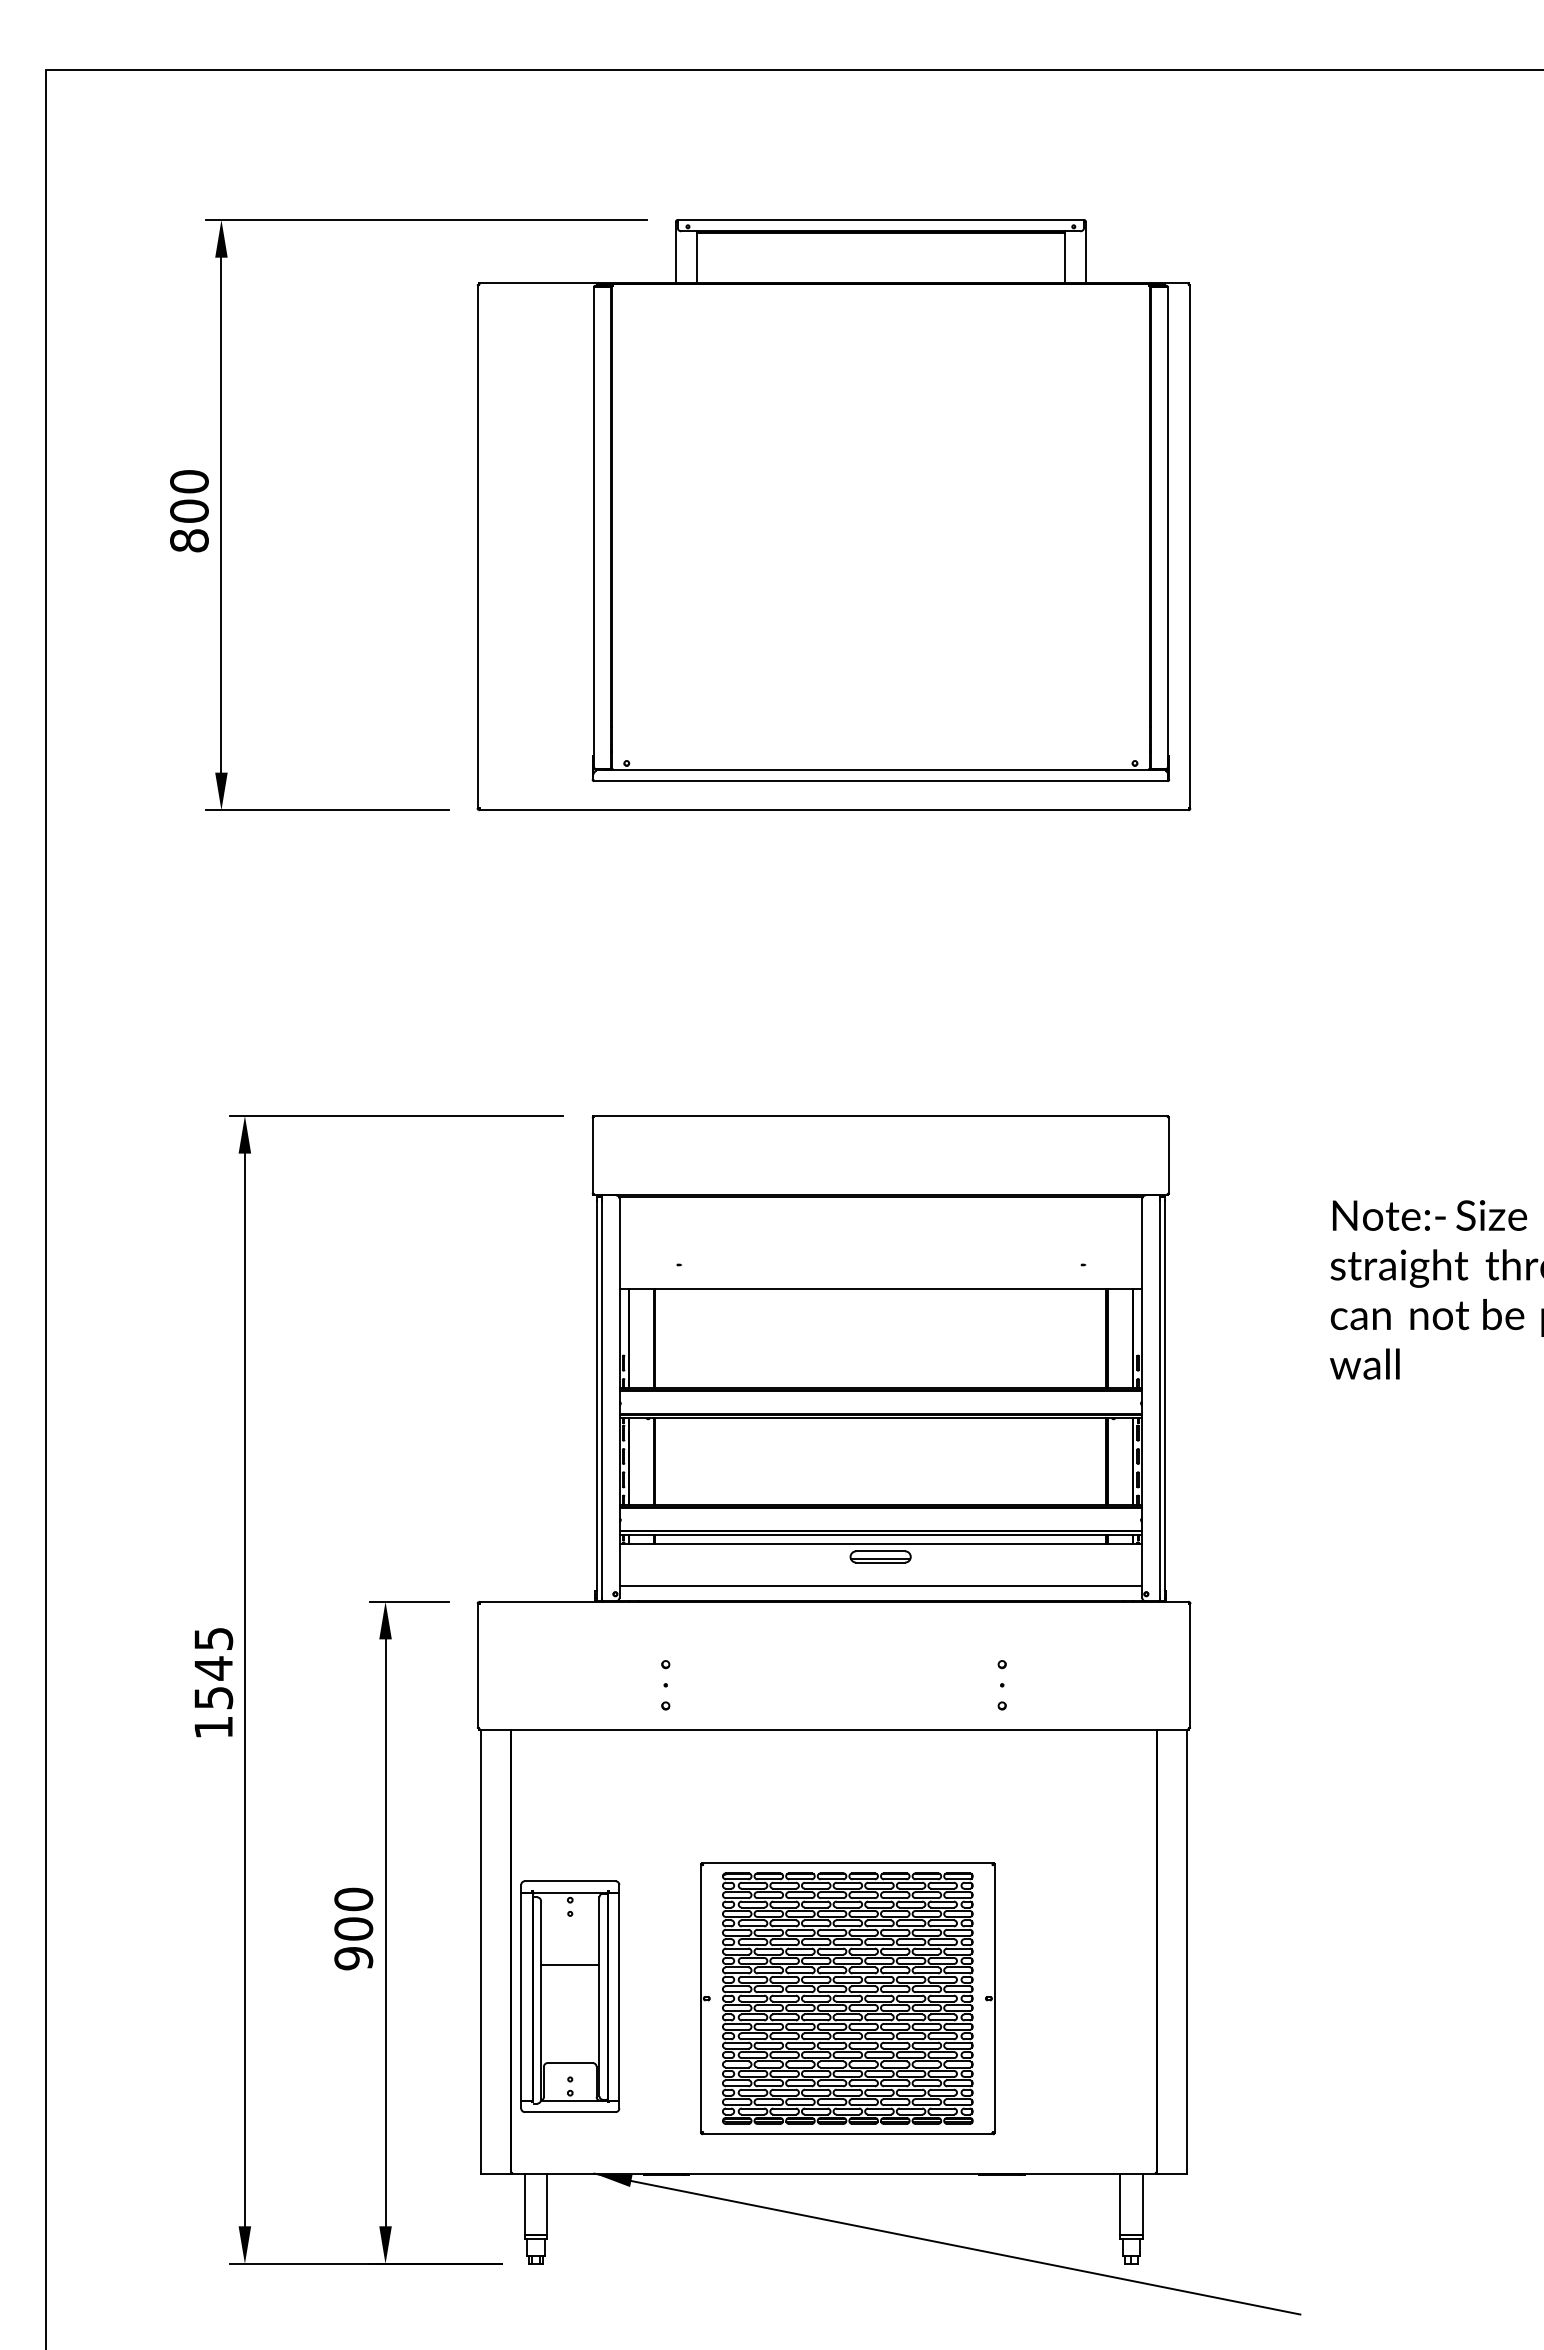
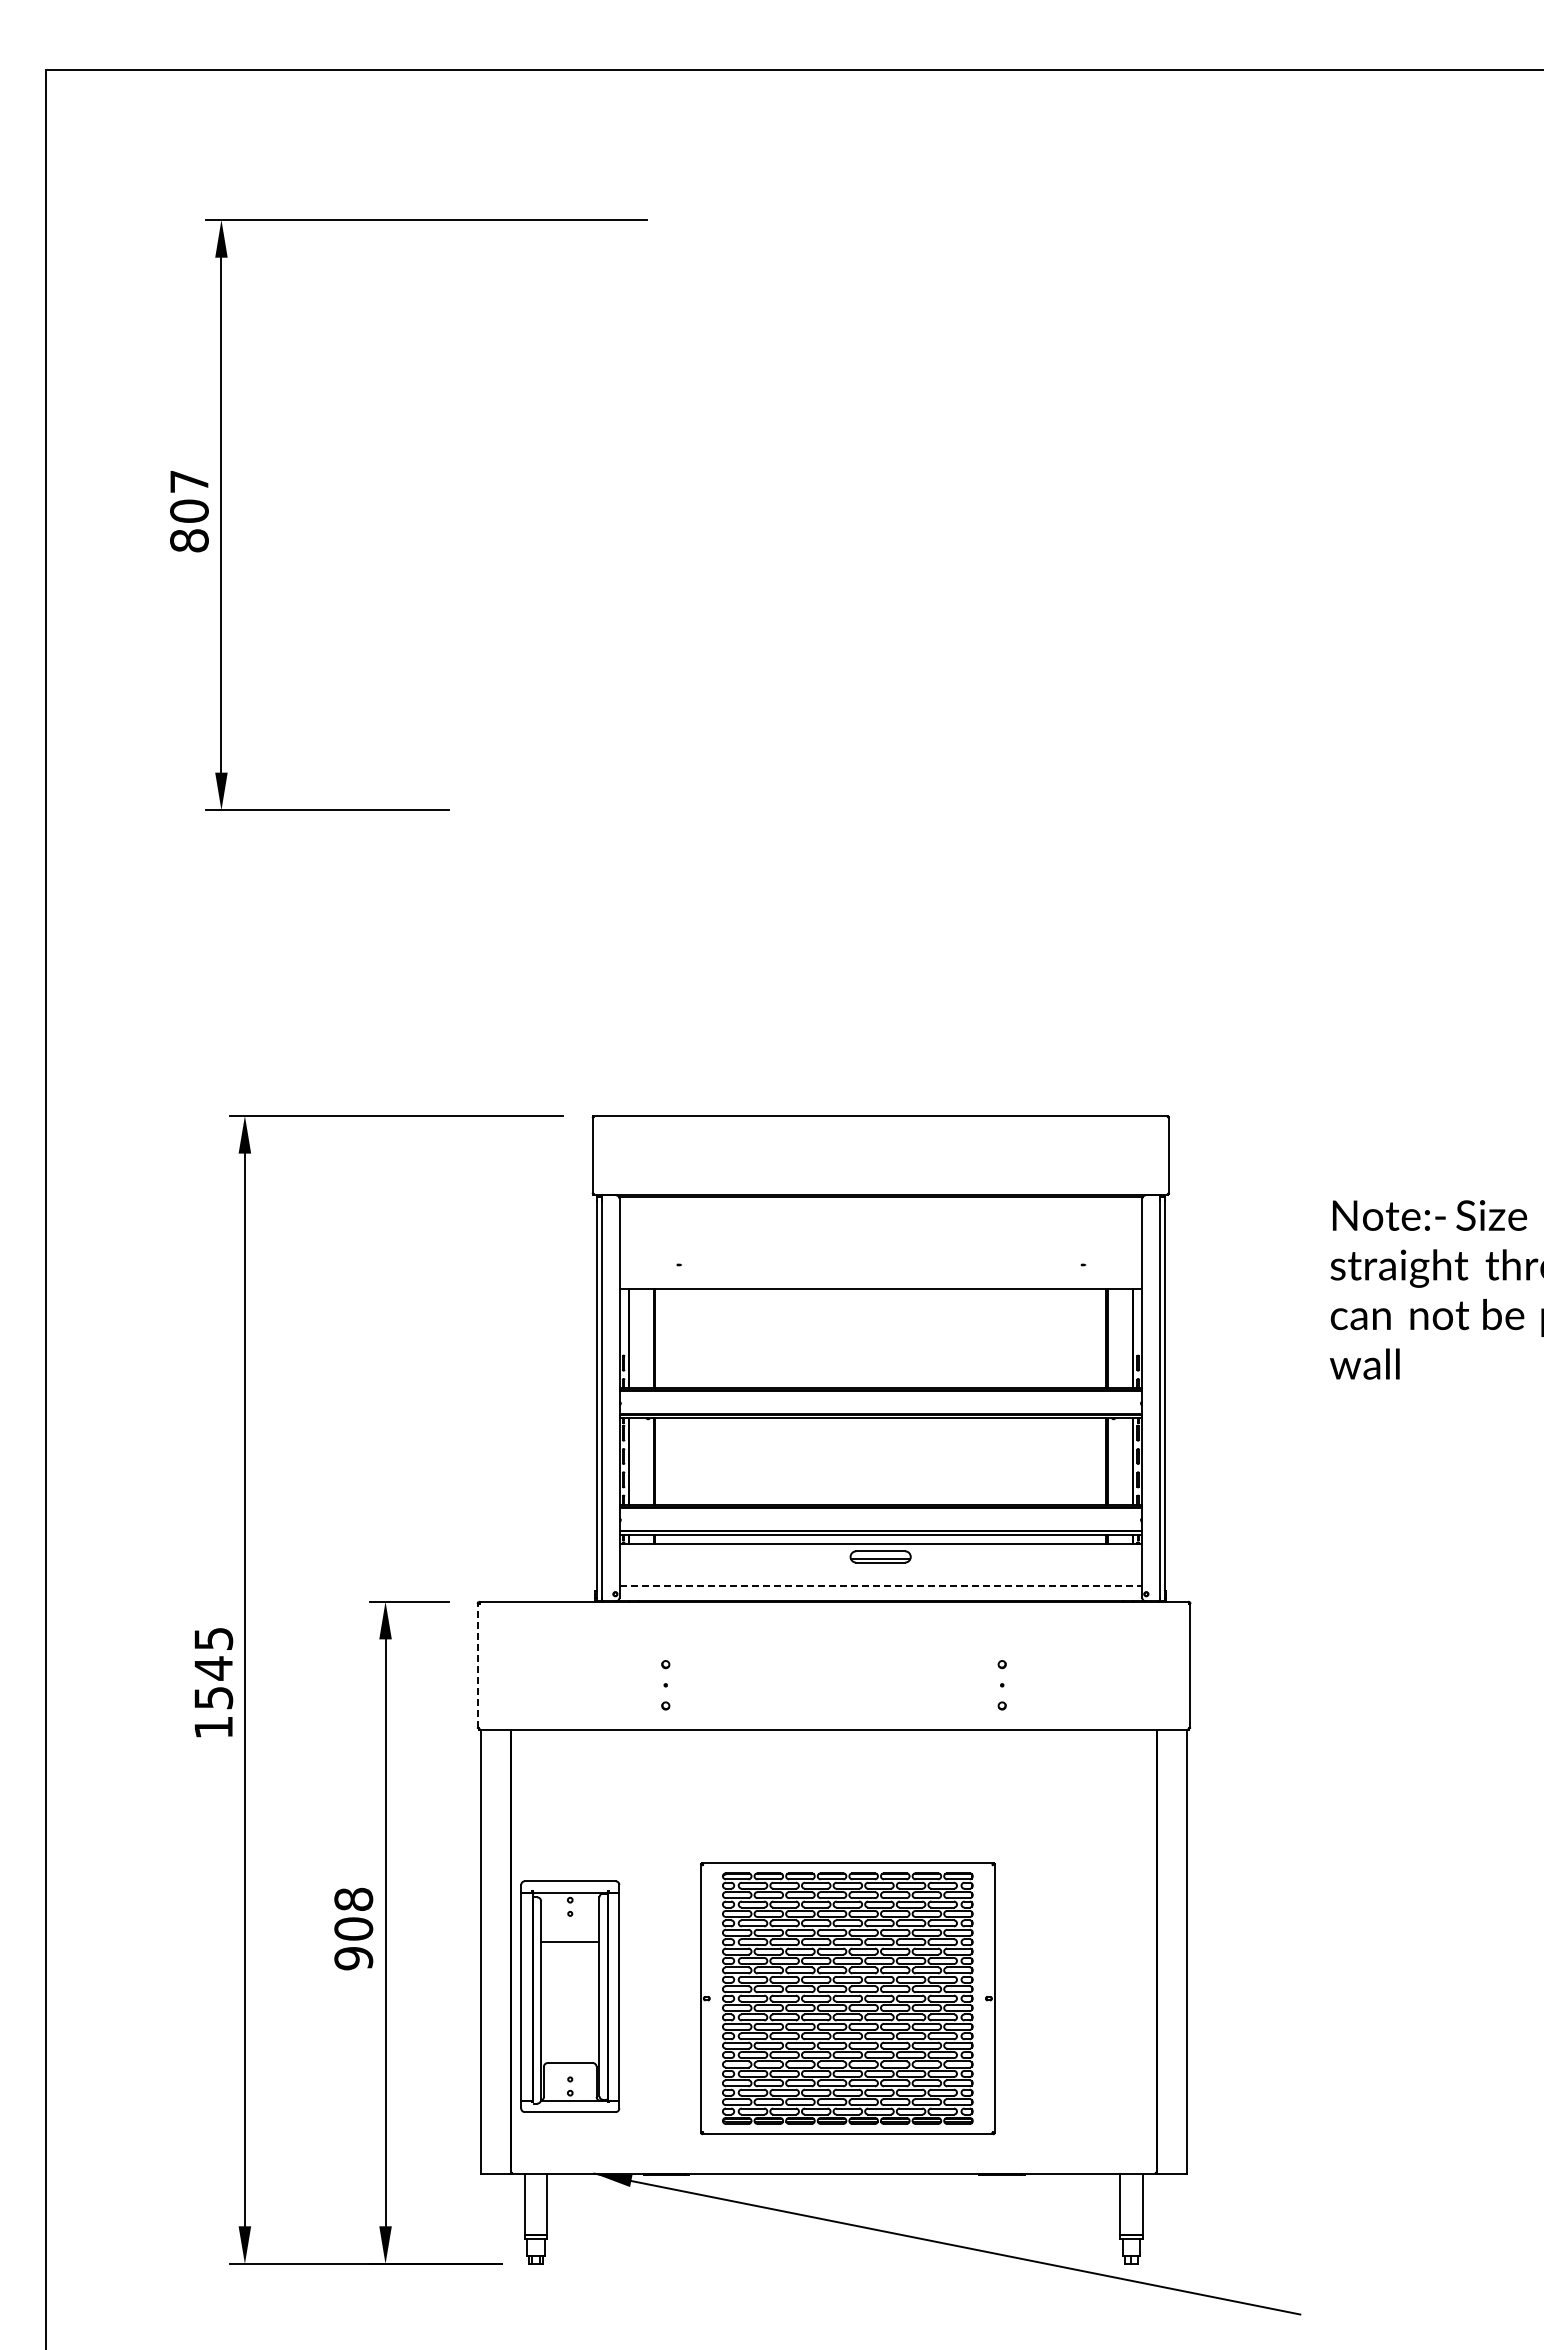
text at (189, 481): 800 -> 807
part at (833, 514): present -> none
line at (881, 1586): solid -> dashed
line at (477, 1665): solid -> dashed
text at (353, 1899): 900 -> 908
line at (570, 1965) position: (570, 1965) -> (570, 1942)
